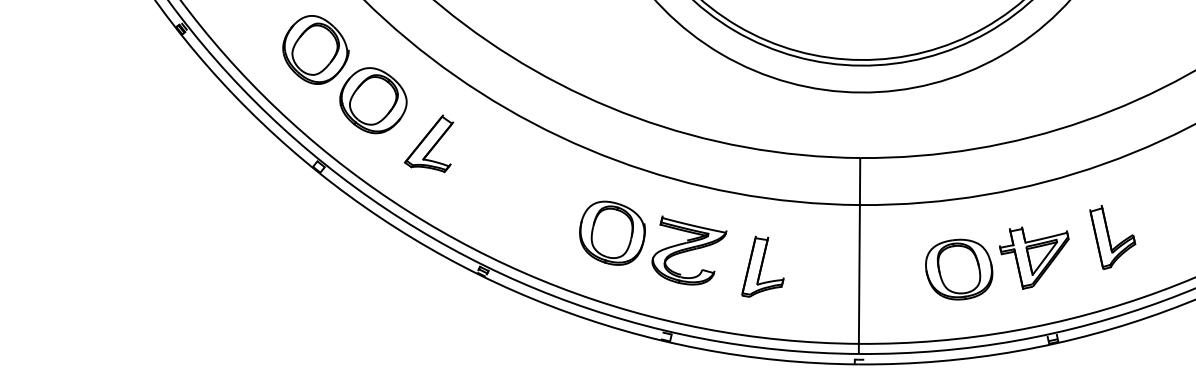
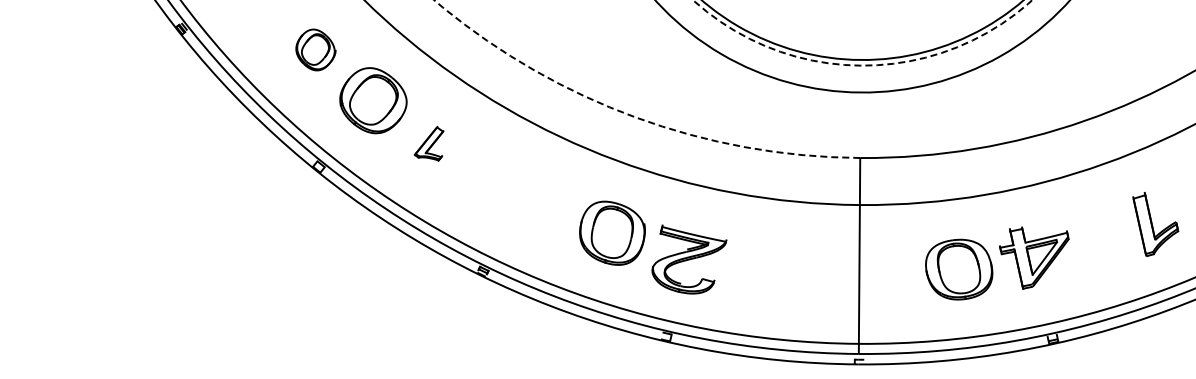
part at (315, 49) size: 68x70 px -> 42x44 px
arc at (861, 65): solid -> dashed
arc at (635, 117): solid -> dashed
part at (429, 143) size: 51x59 px -> 32x36 px
part at (1112, 237) position: (1112, 237) -> (1155, 224)
part at (689, 250) position: (689, 250) -> (689, 259)
part at (762, 266): present -> none
